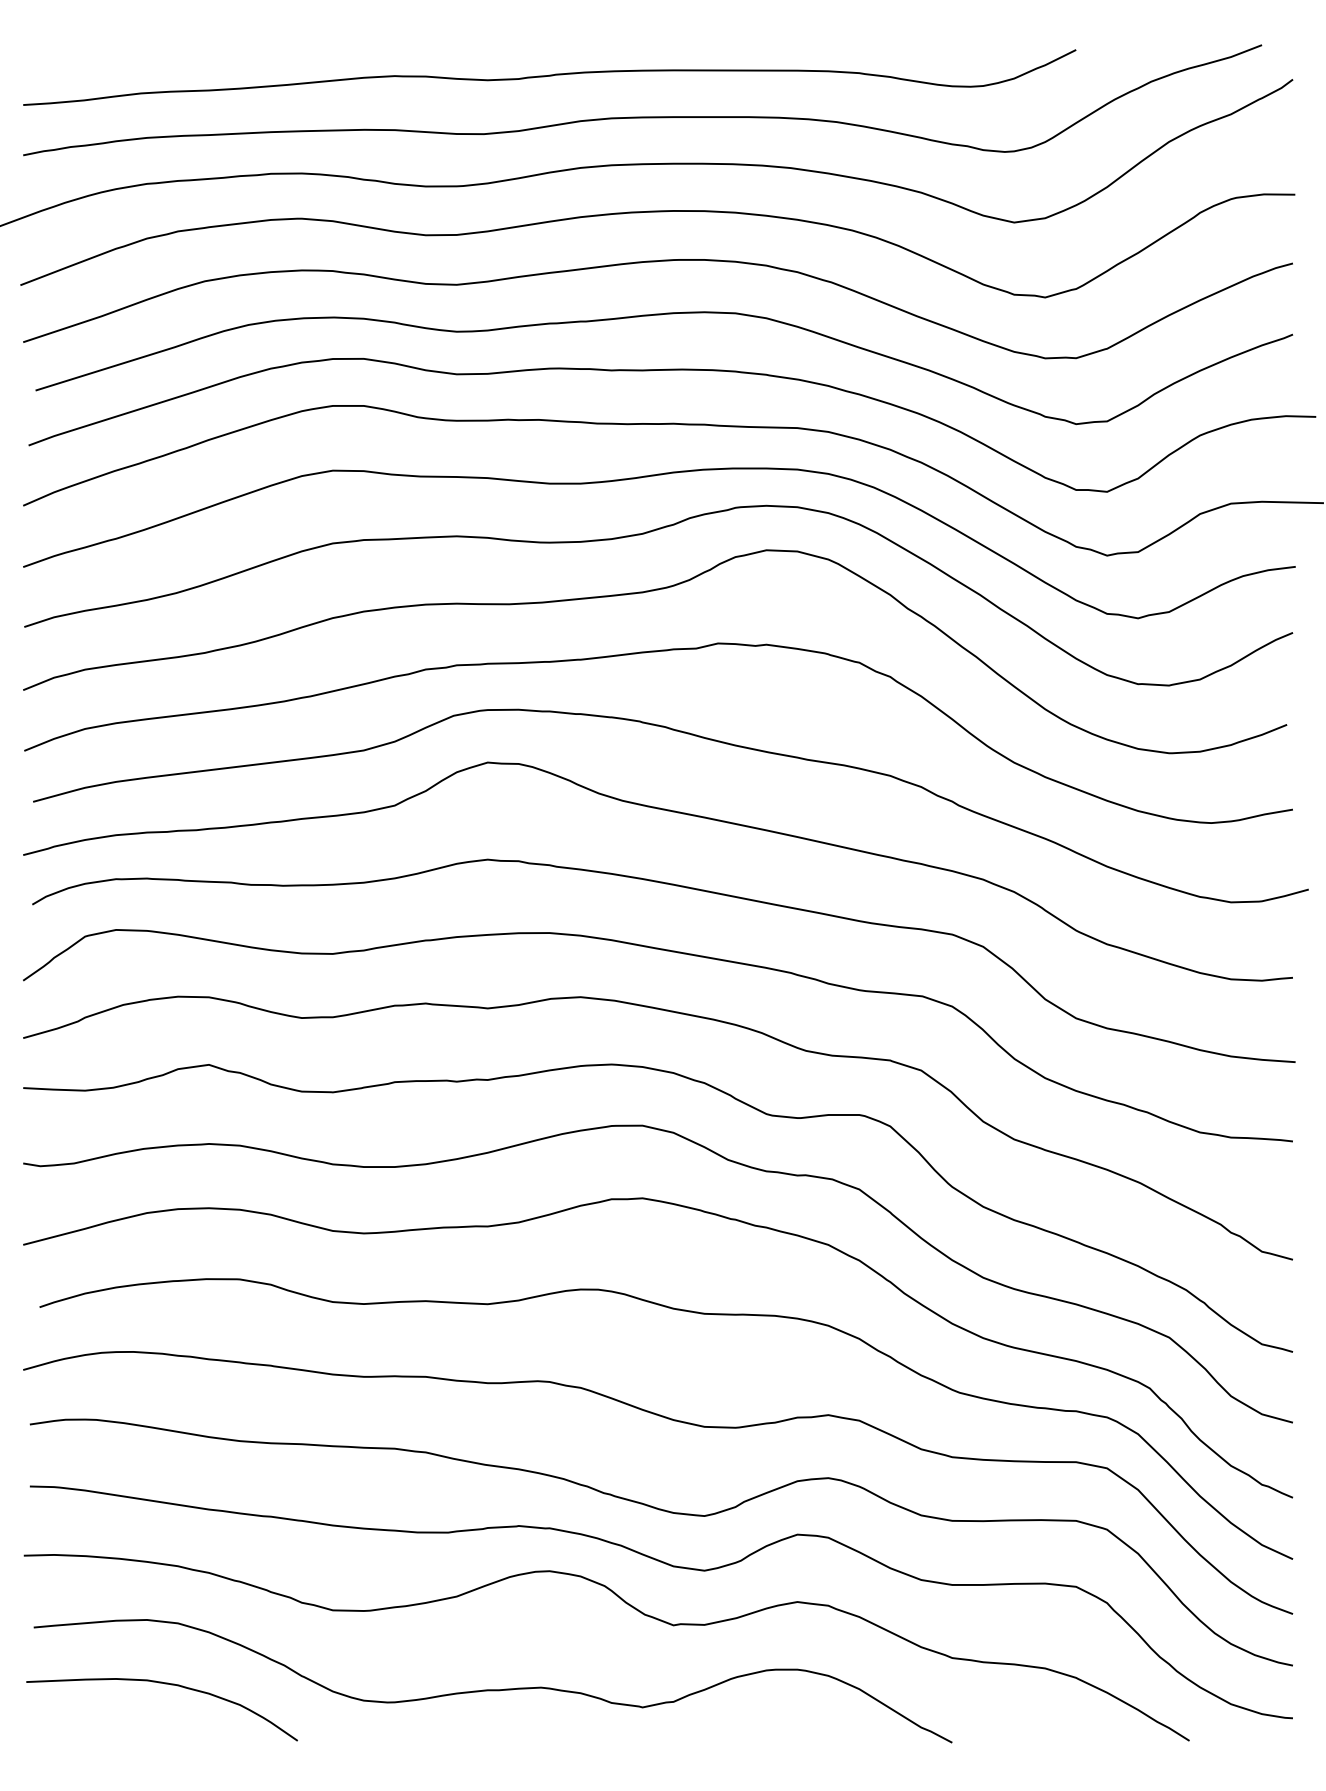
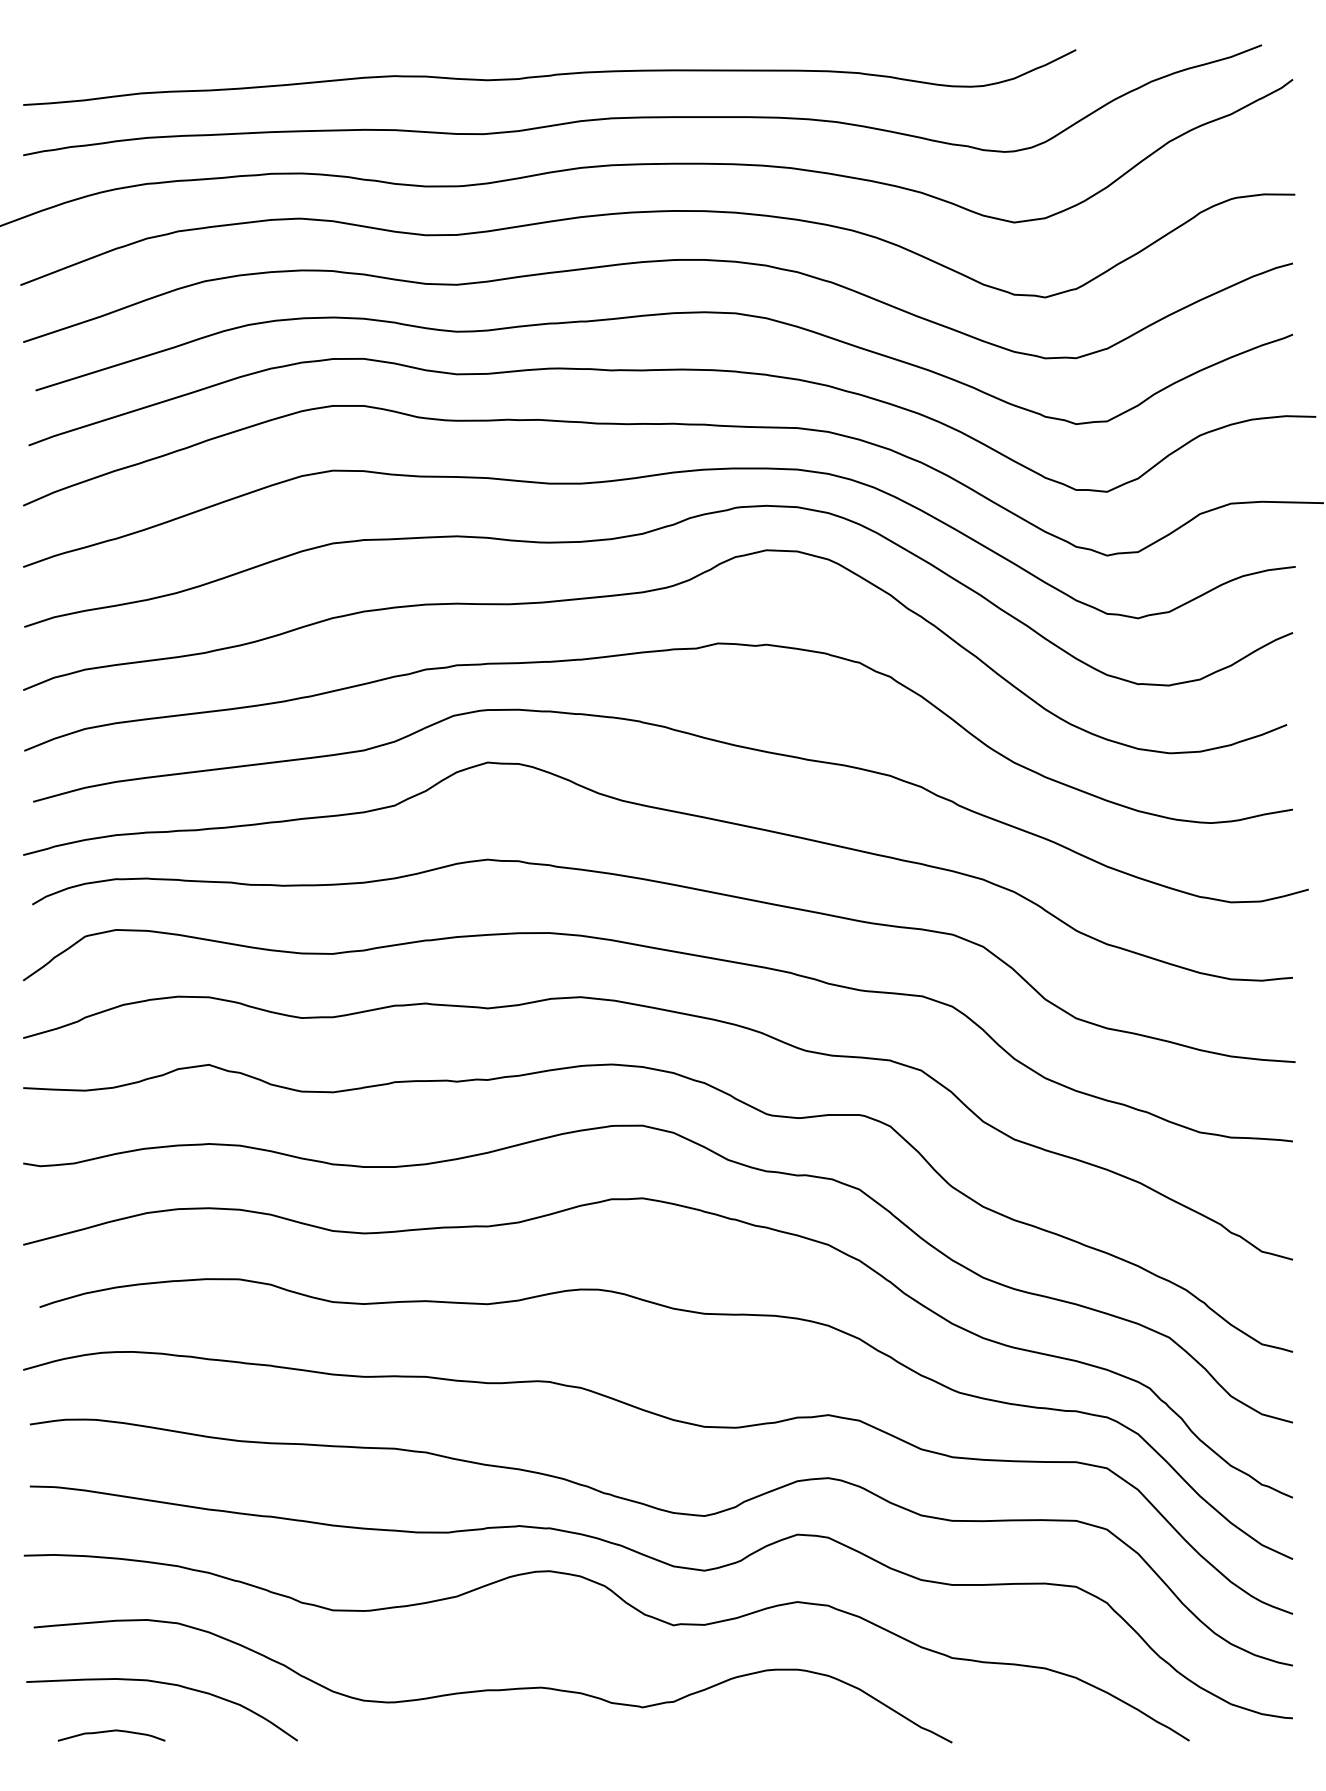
curve at (109, 1732): none -> present
